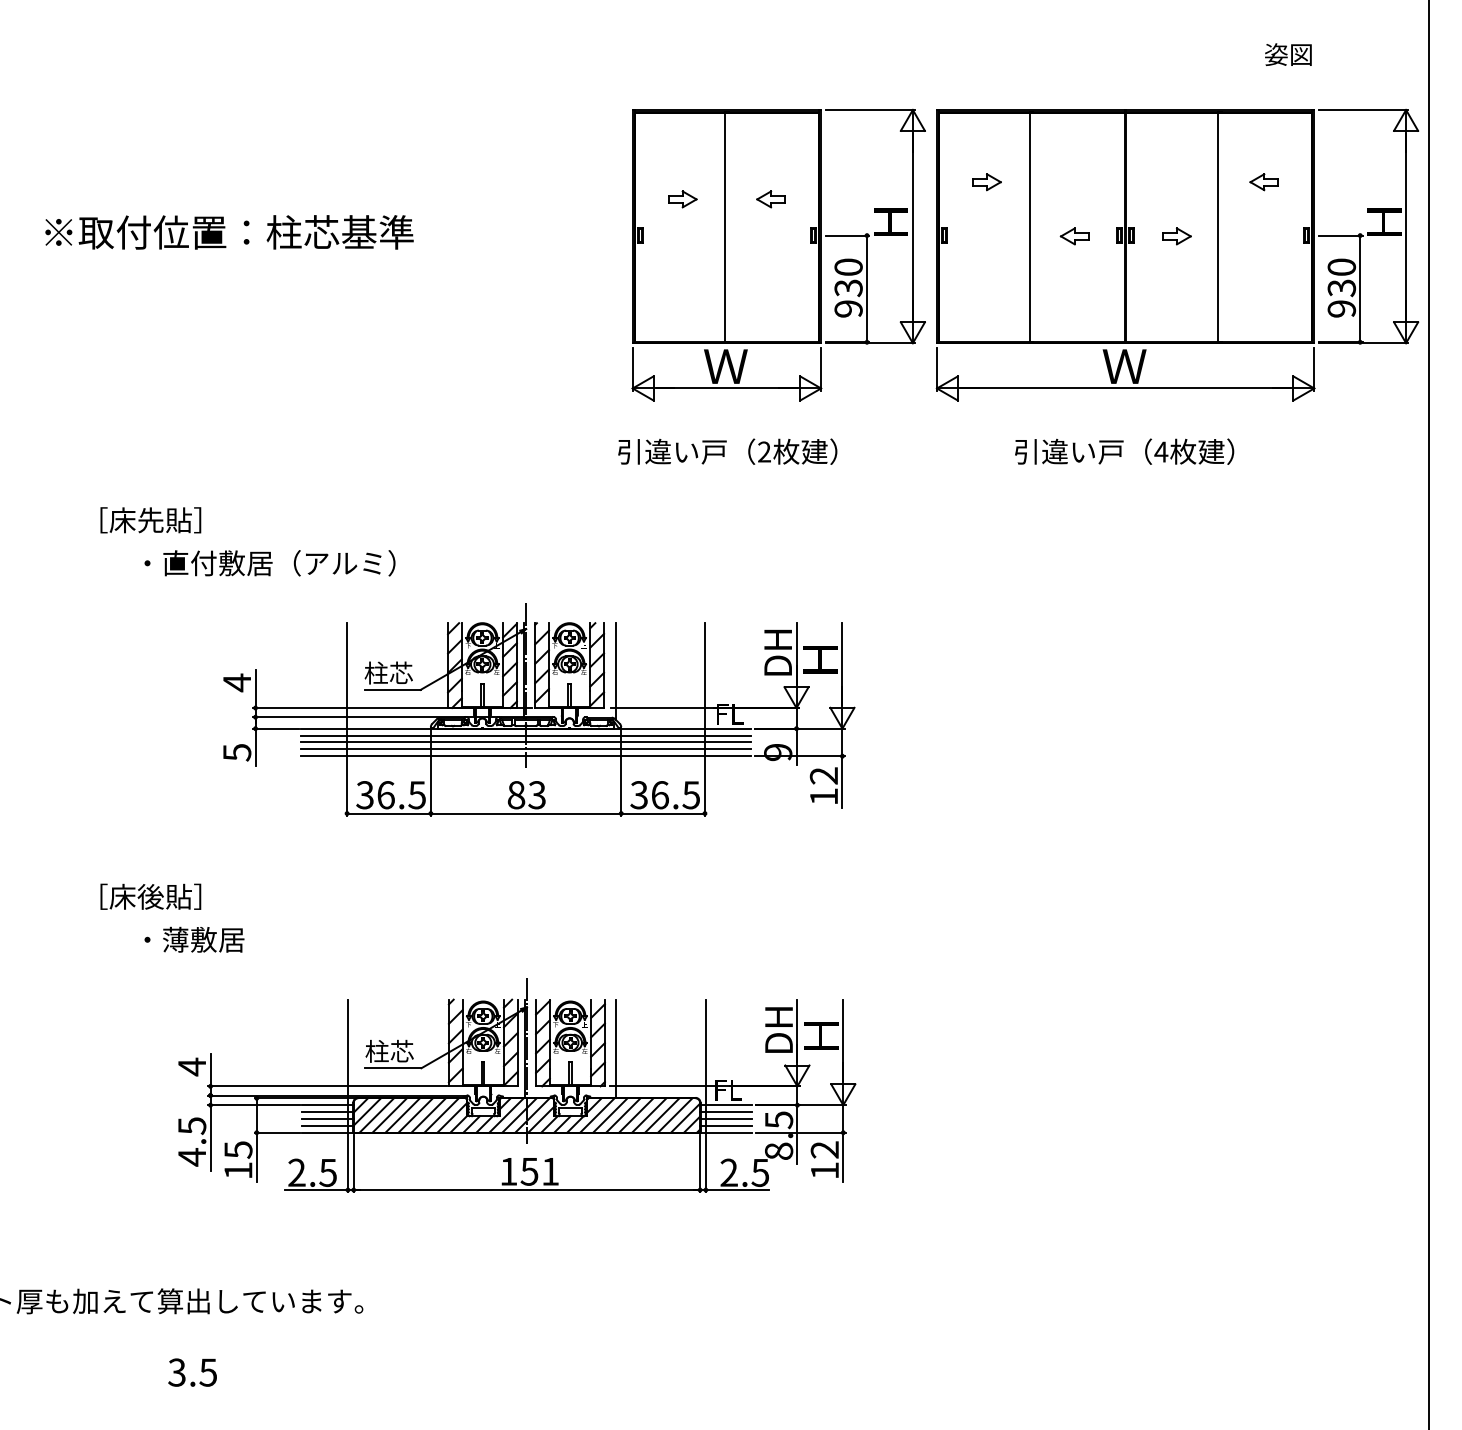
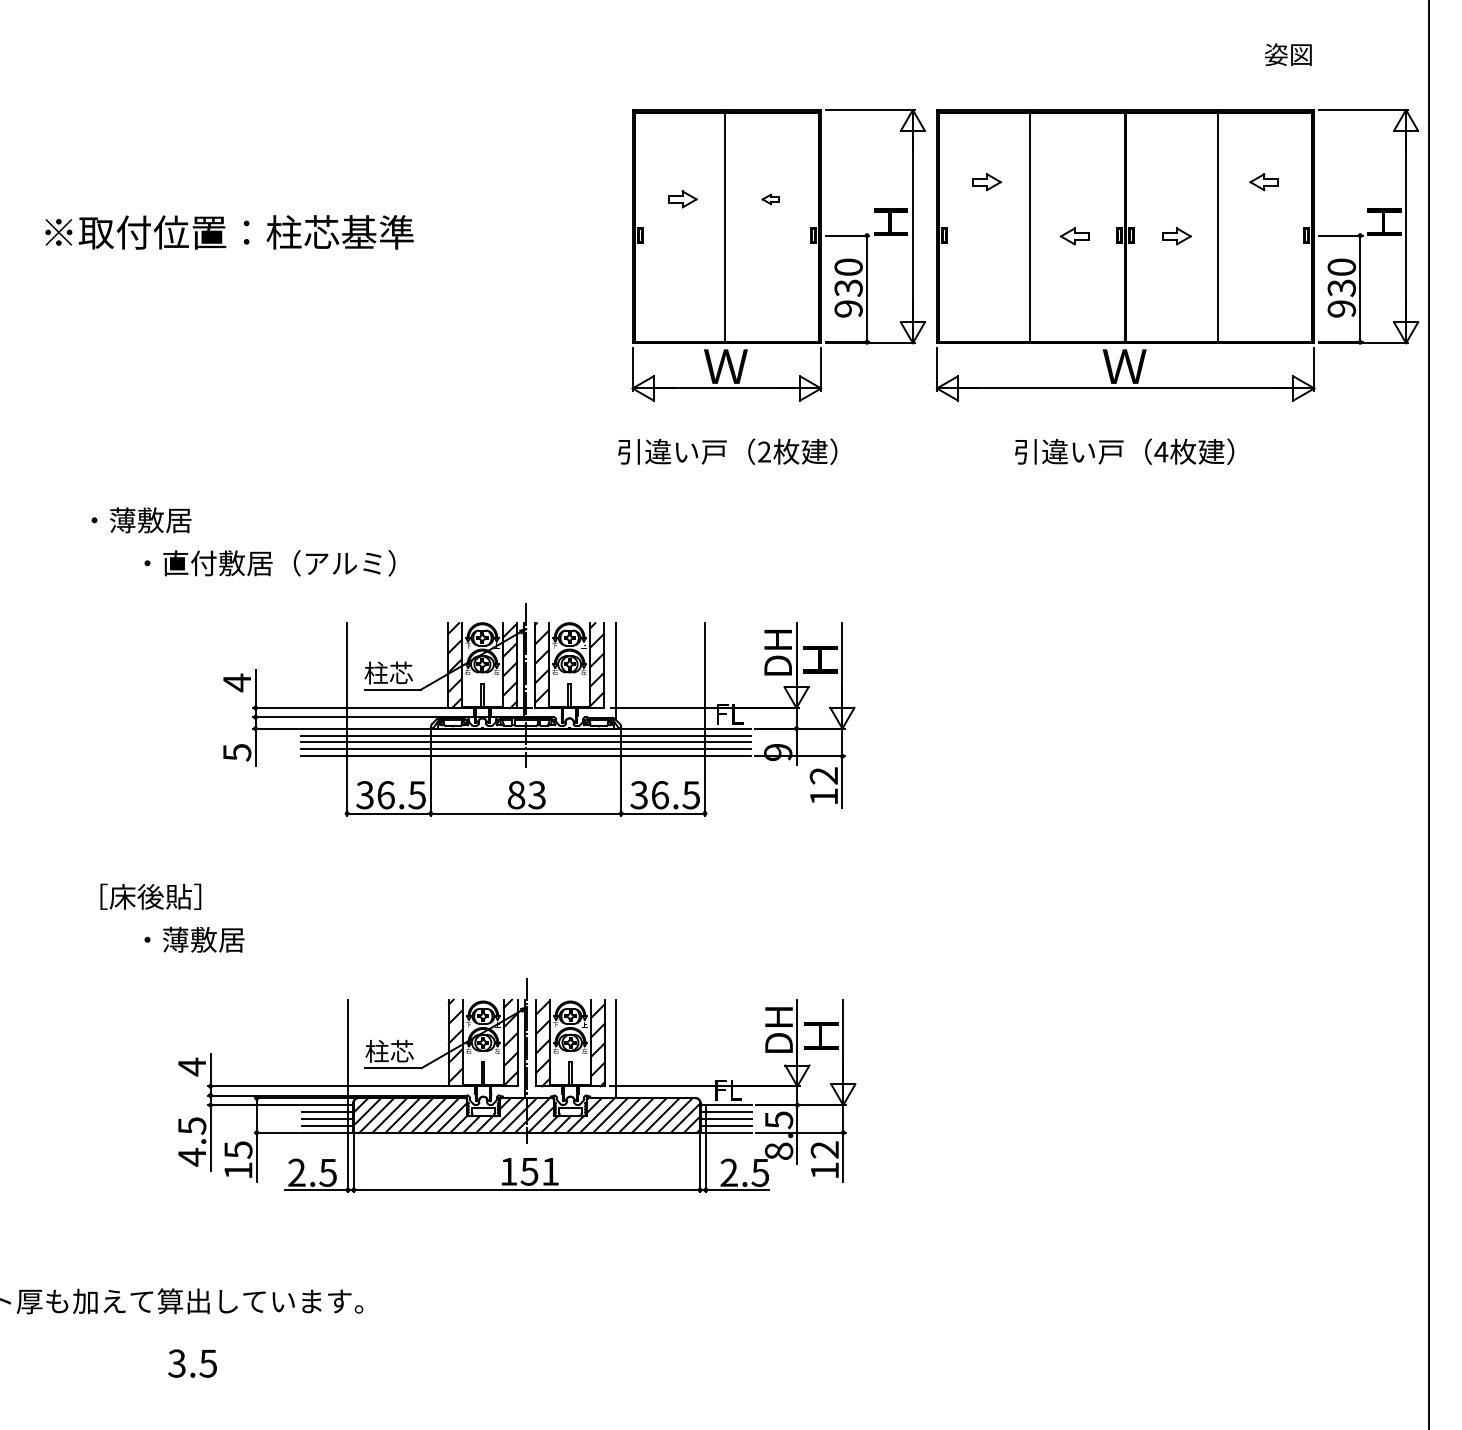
part at (770, 199) size: 30x19 px -> 19x13 px
text at (146, 520): ［床先貼］ -> ・薄敷居
line at (705, 1052): present -> none
text at (192, 1372) position: (192, 1372) -> (192, 1363)
